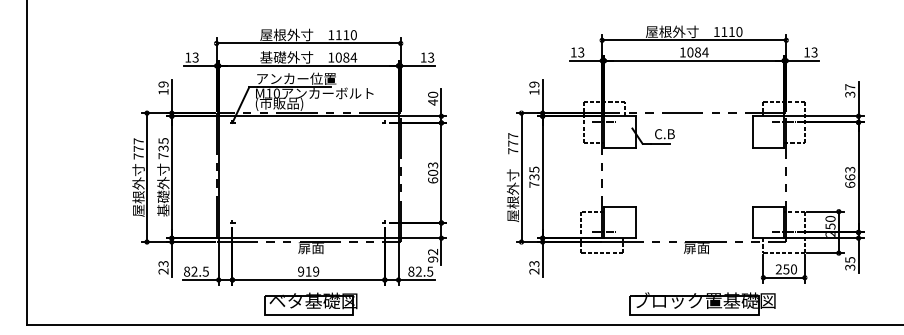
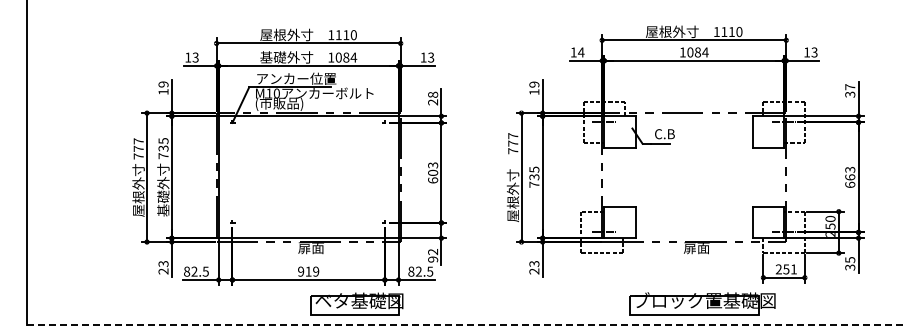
text at (580, 52): 13 -> 14
text at (433, 98): 40 -> 28
text at (794, 269): 250 -> 251
part at (310, 303) position: (310, 303) -> (356, 303)
line at (465, 324): solid -> dashed
